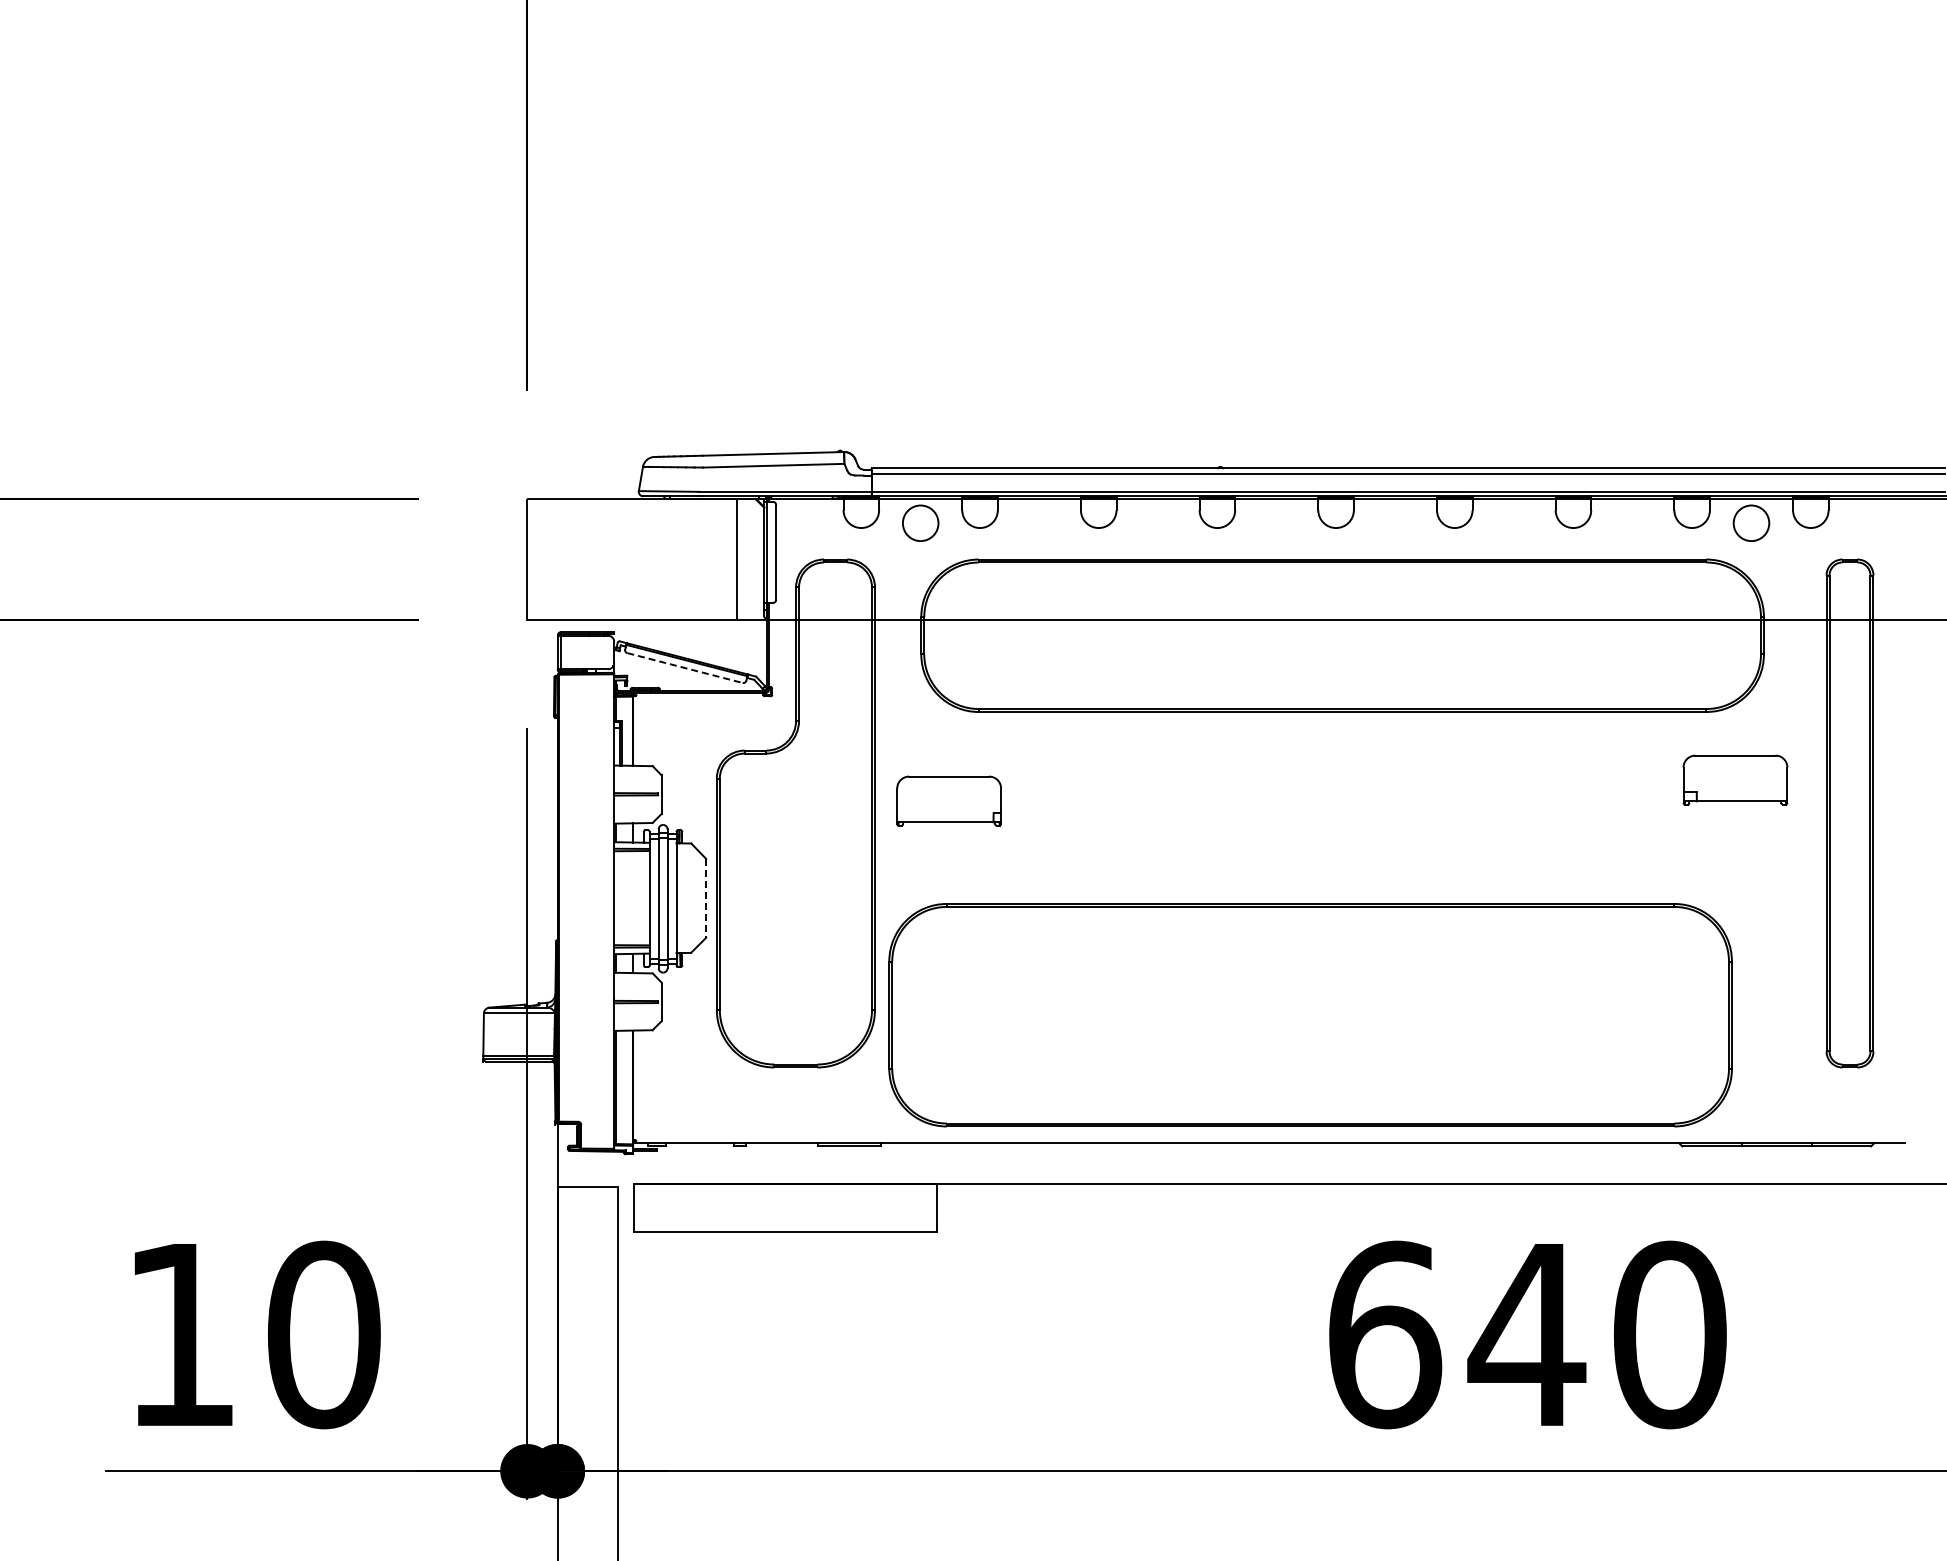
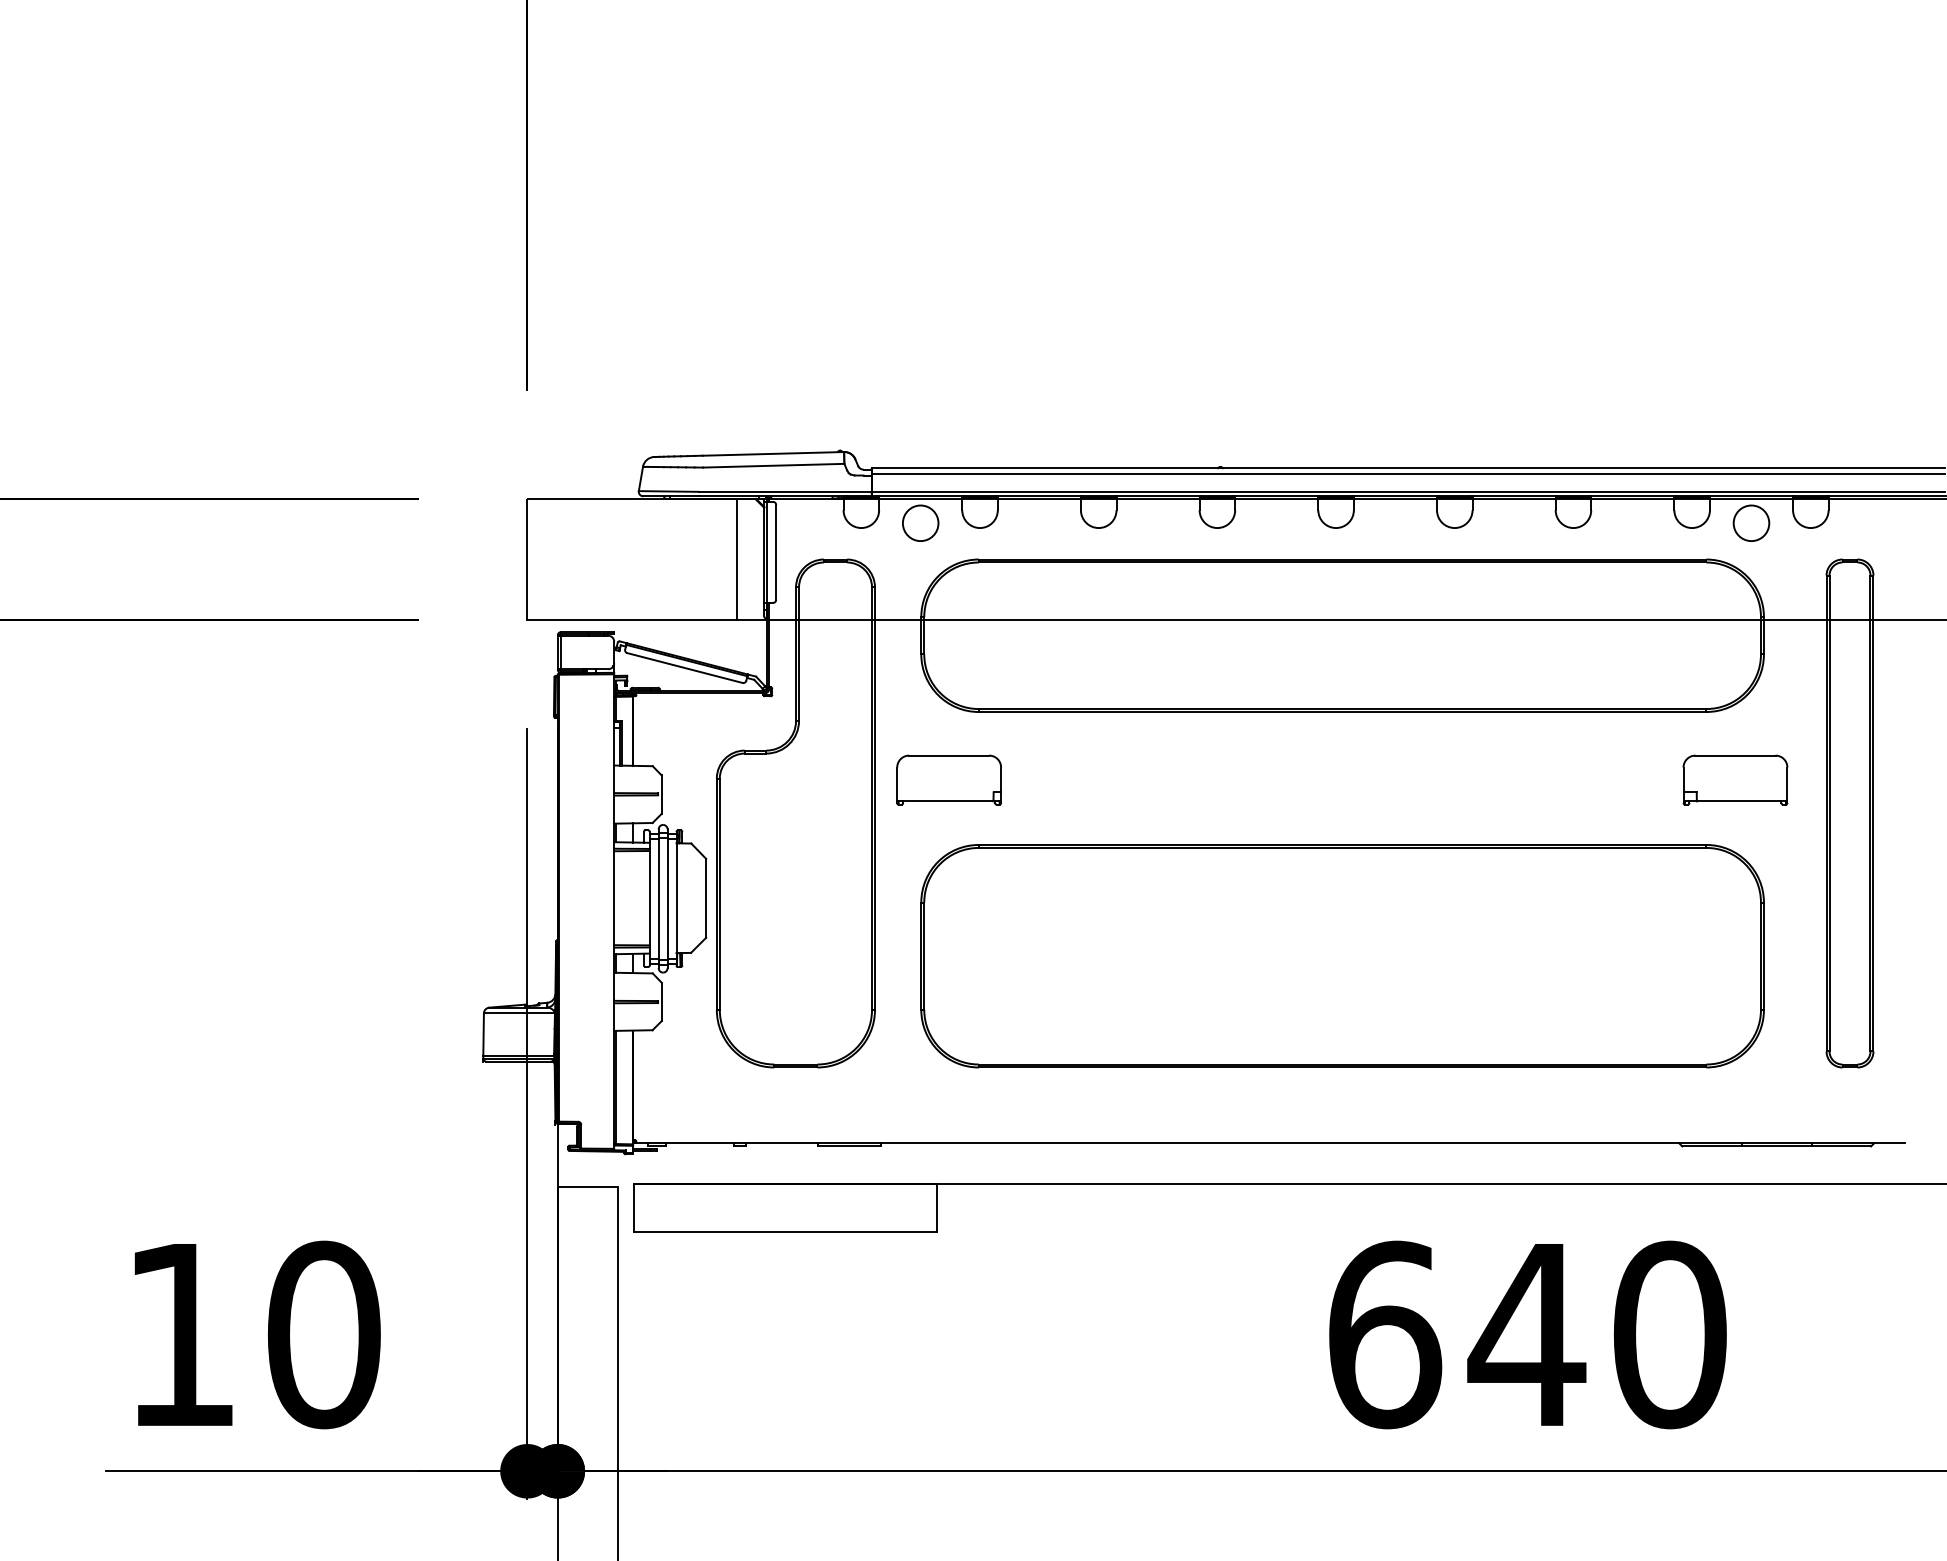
line at (685, 668): dashed -> solid
part at (948, 800) position: (948, 800) -> (948, 779)
line at (706, 898): dashed -> solid
part at (1310, 1015) position: (1310, 1015) -> (1342, 956)
